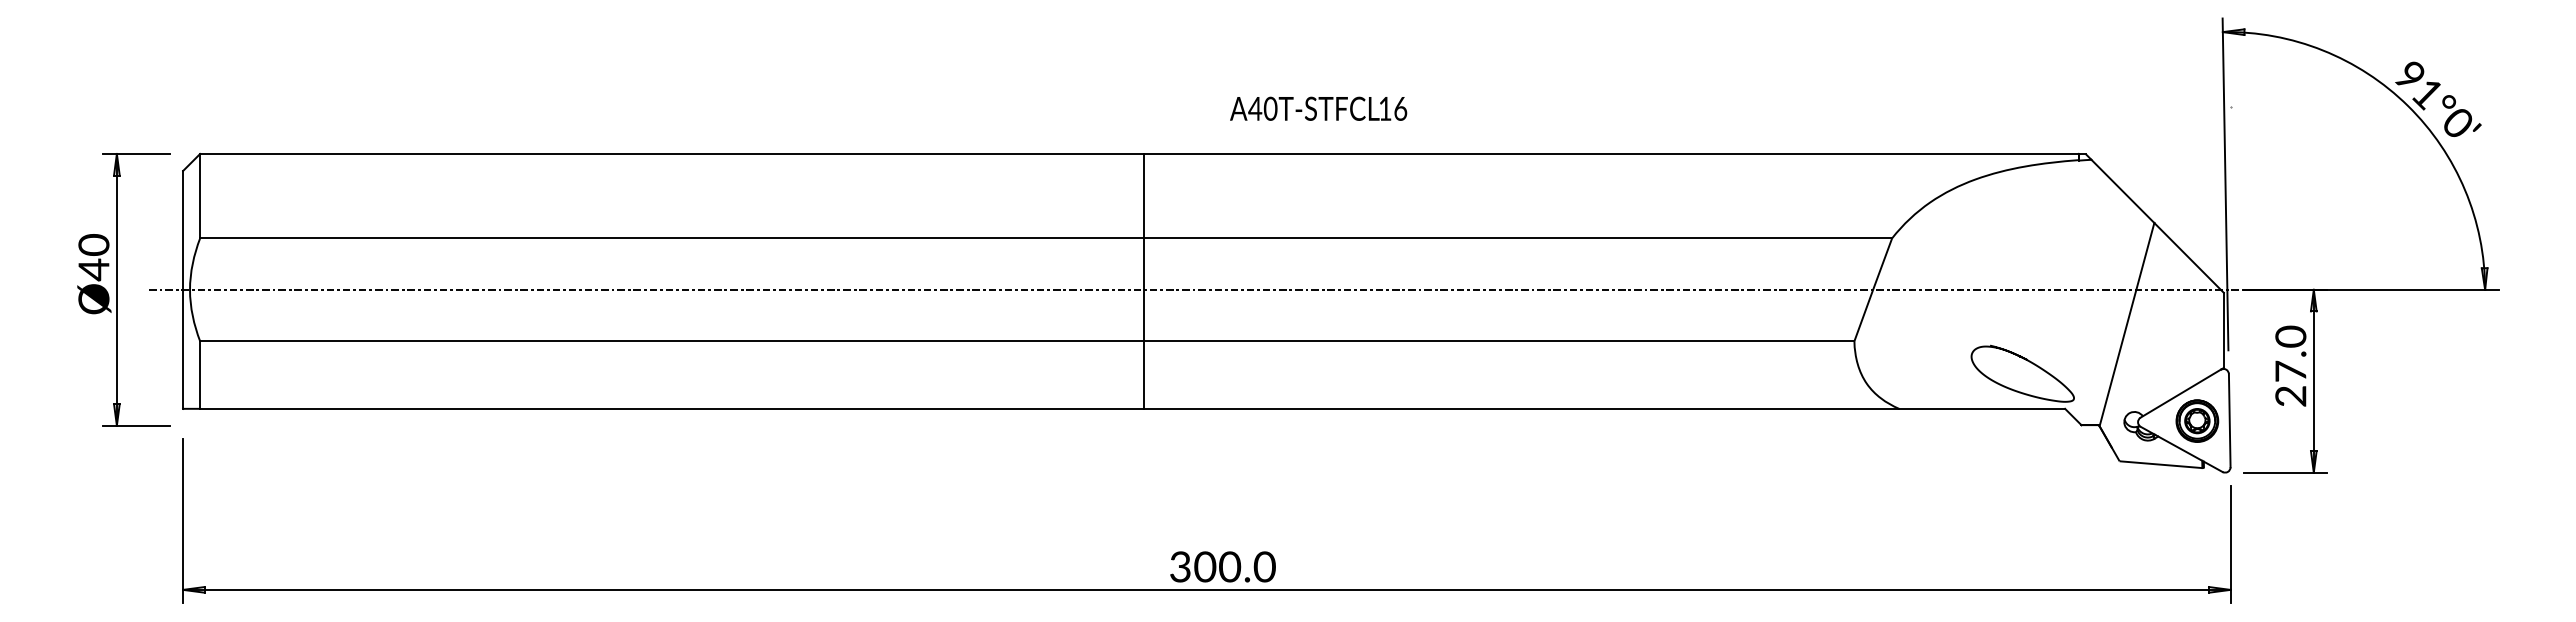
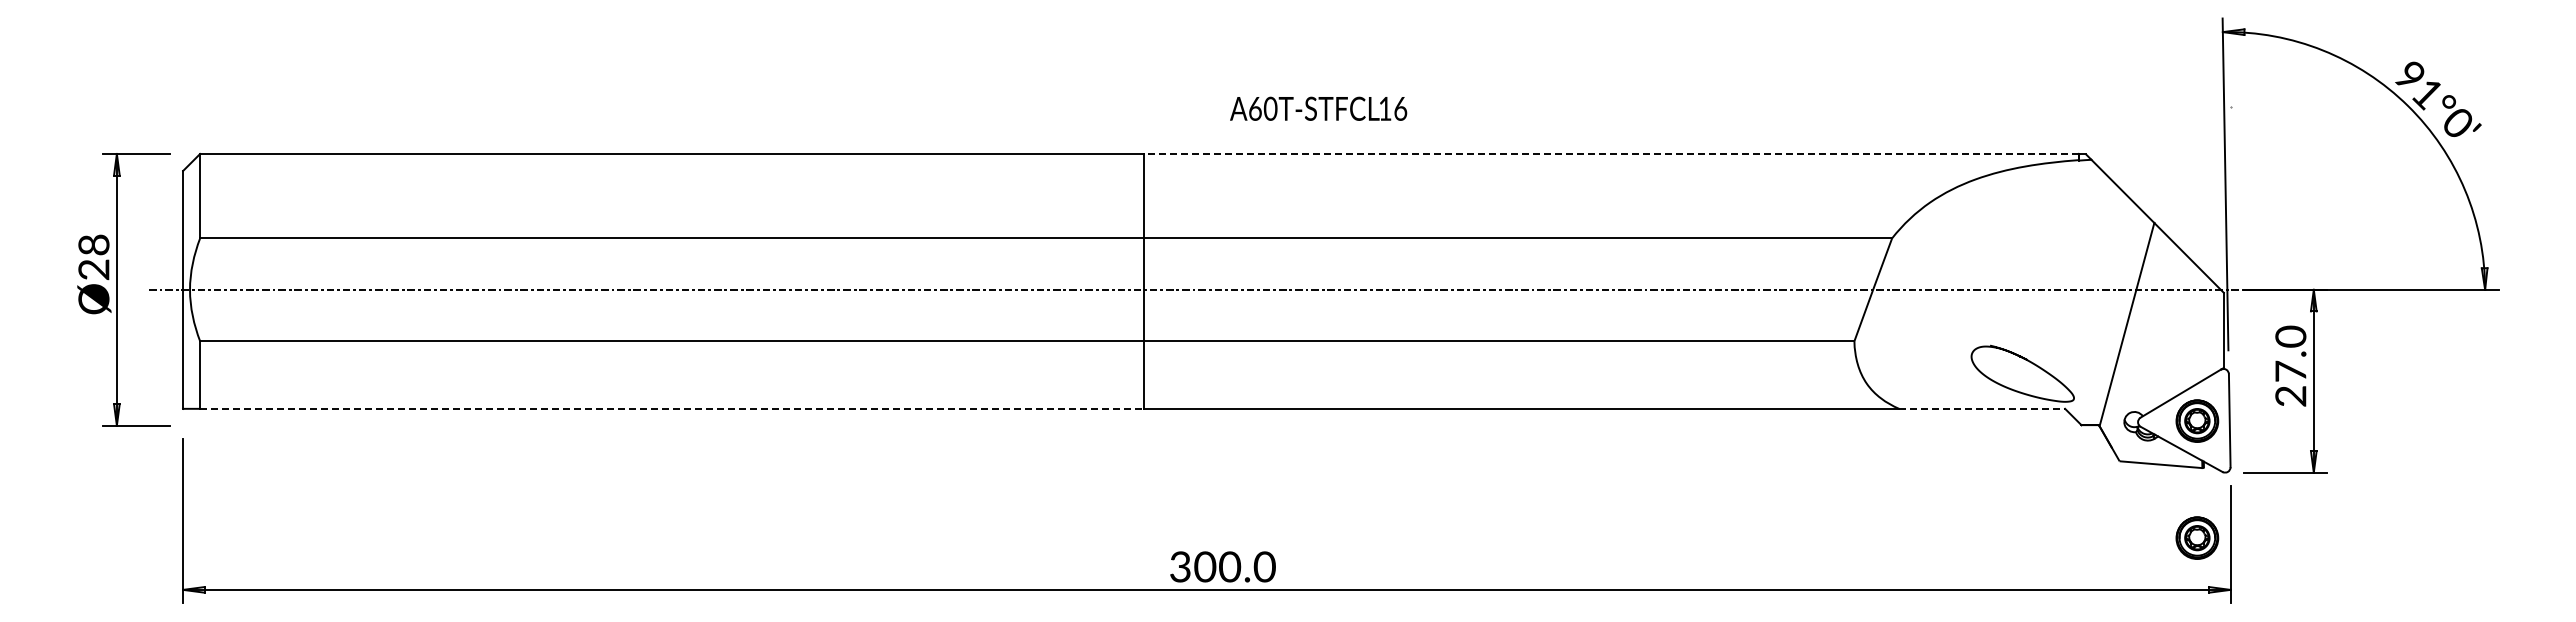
text at (1255, 108): A40T-STFCL -> A60T-STFCL
line at (1611, 153): solid -> dashed
text at (93, 257): Ø40 -> Ø28
line at (671, 408): solid -> dashed
line at (1982, 408): solid -> dashed
part at (2197, 537): none -> present
